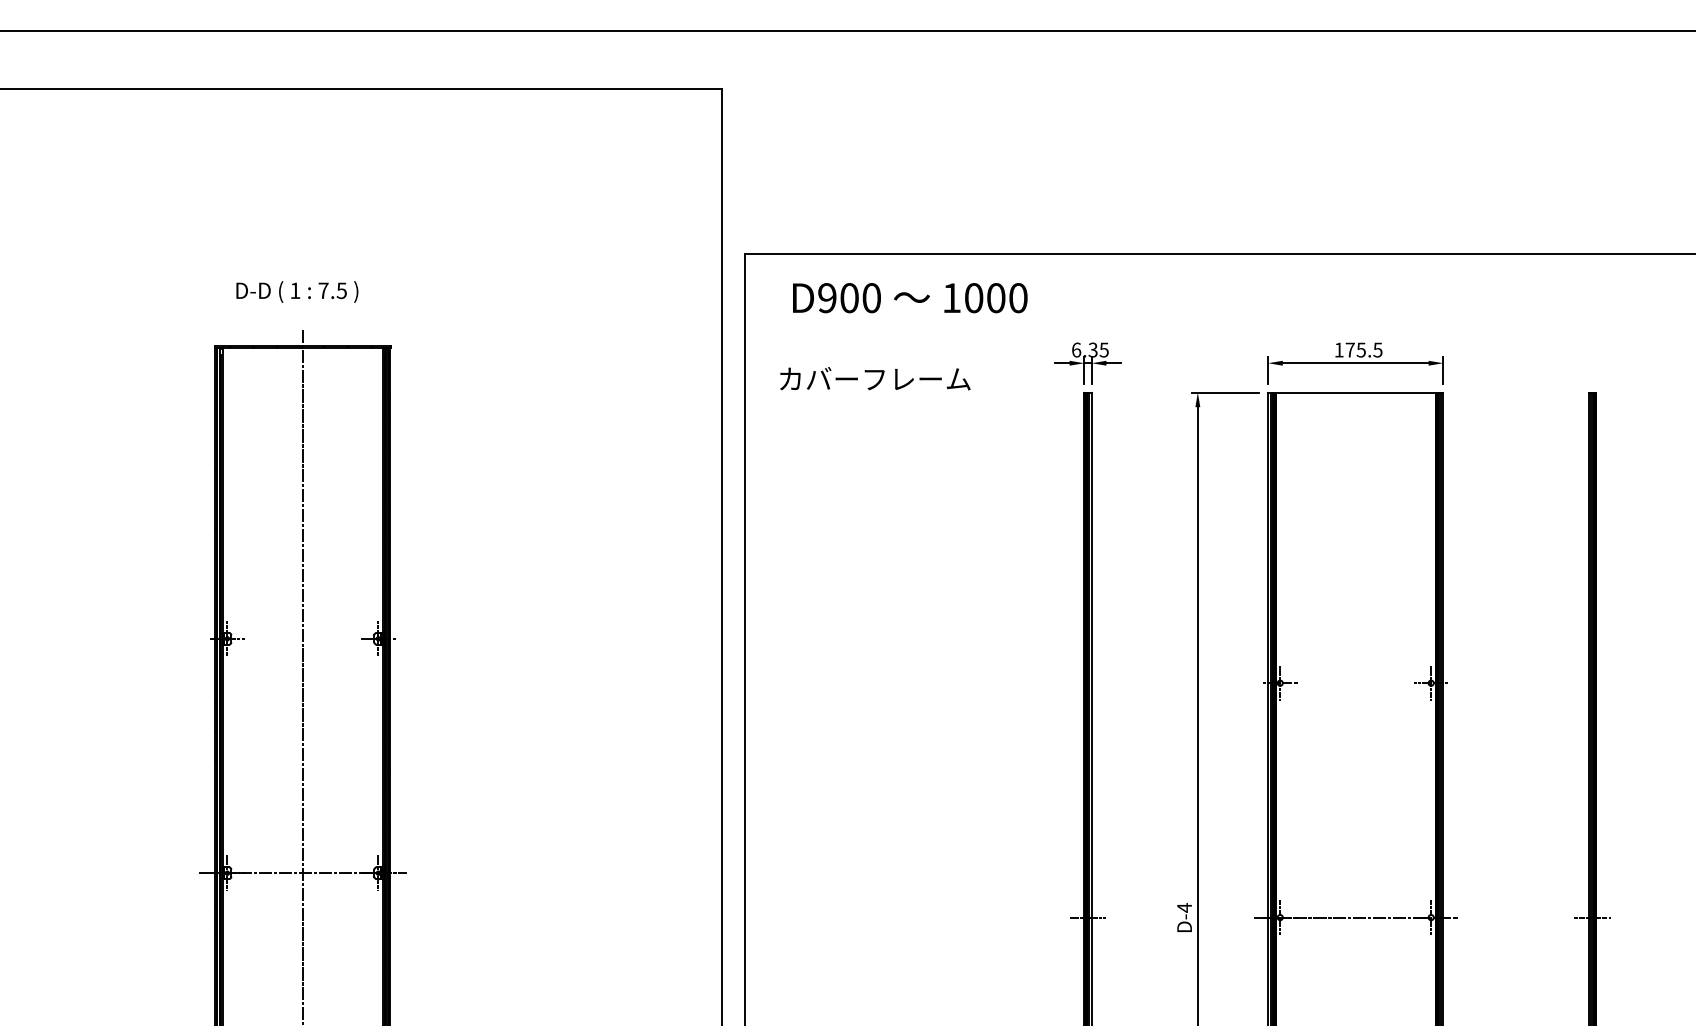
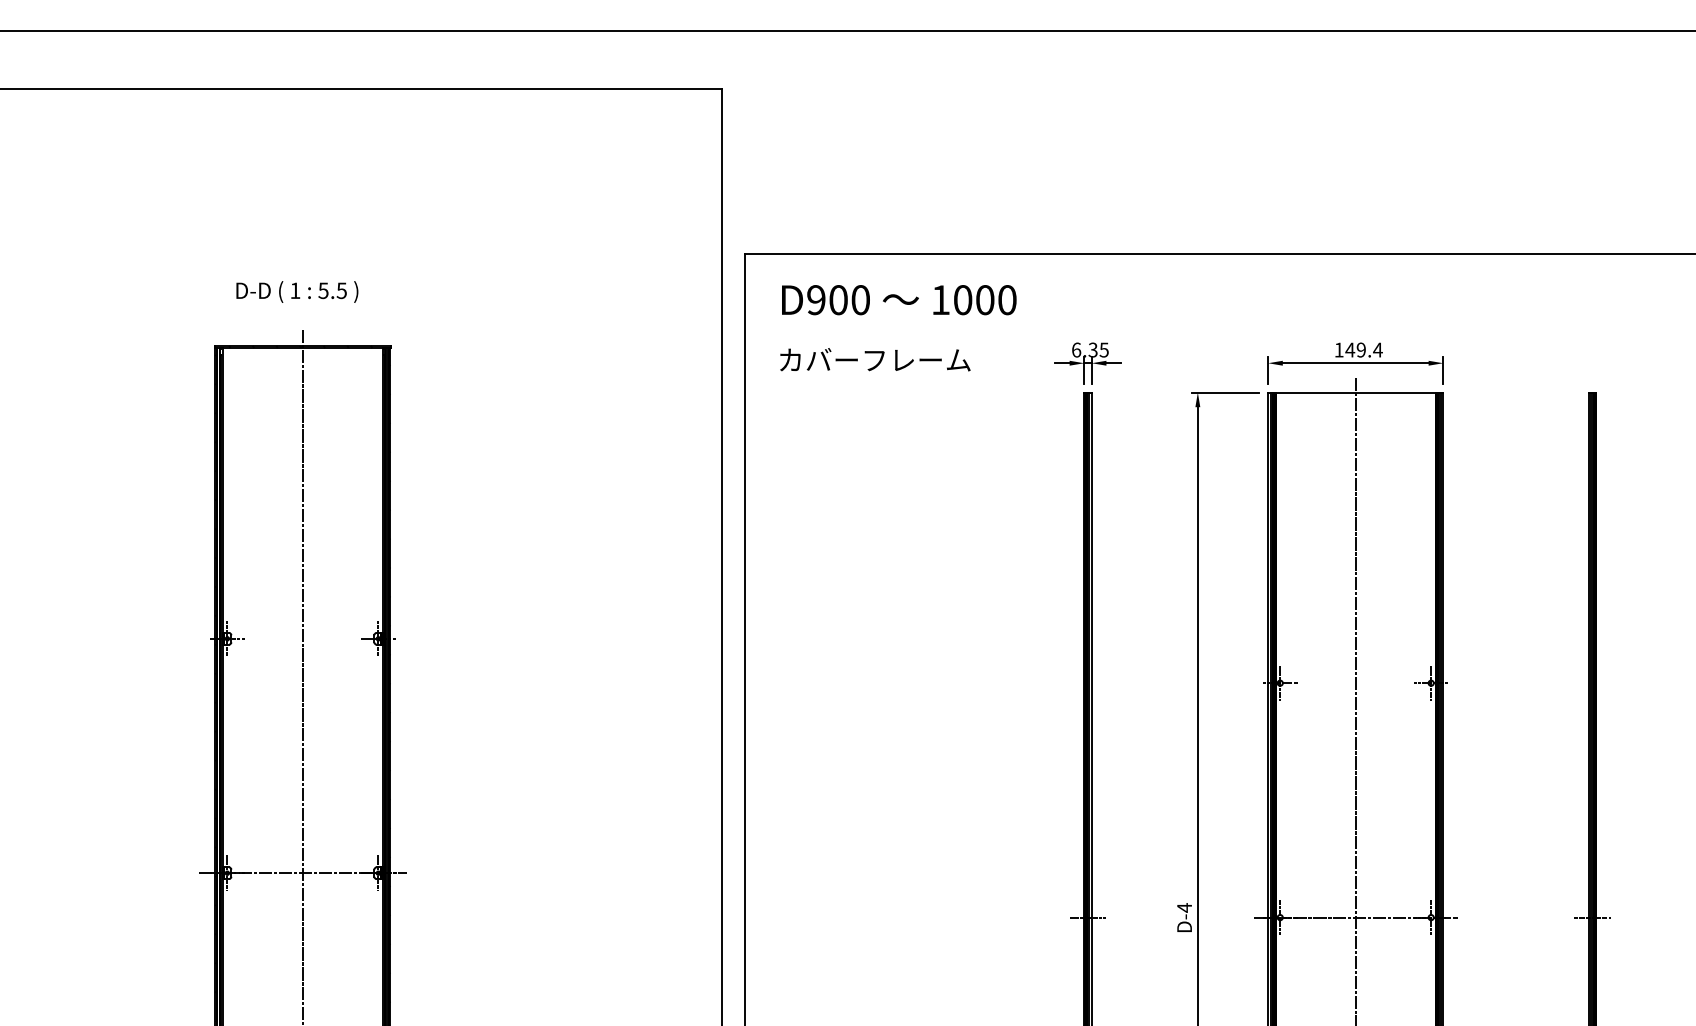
text at (323, 290): 7.5 -> 5.5
text at (910, 298) position: (910, 298) -> (899, 300)
text at (1363, 349): 175.5 -> 149.4
text at (875, 378) position: (875, 378) -> (875, 359)
line at (1355, 699): none -> present
